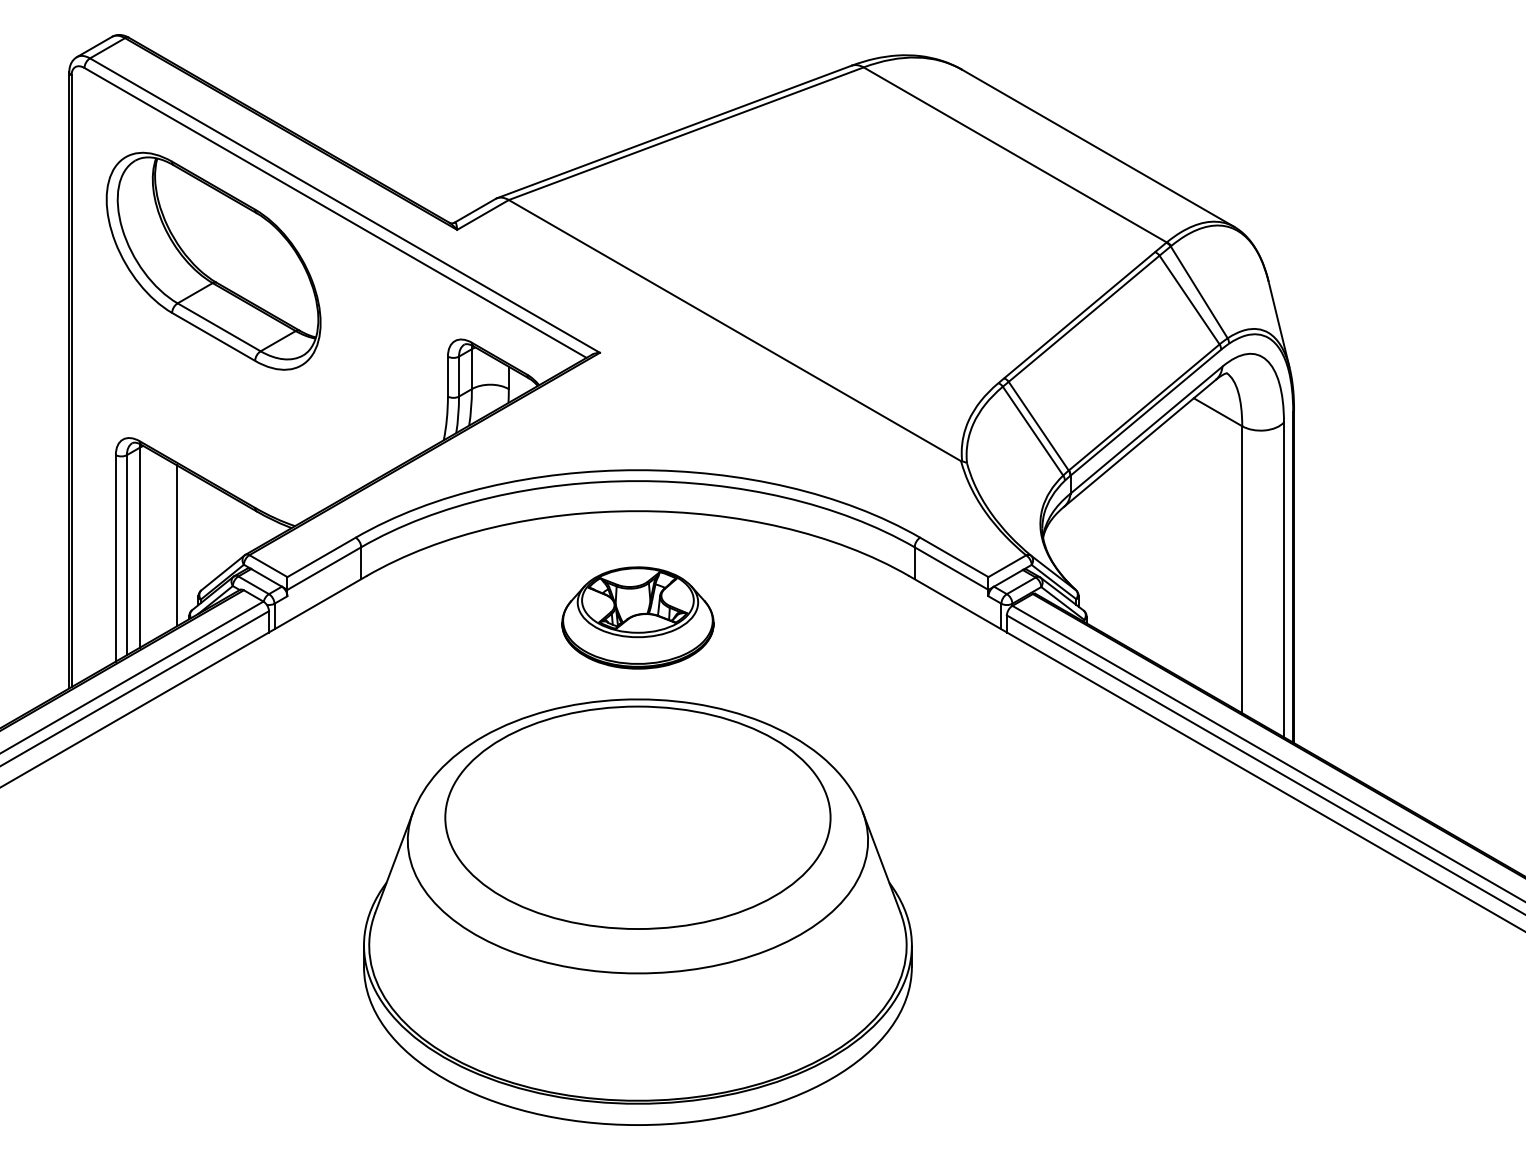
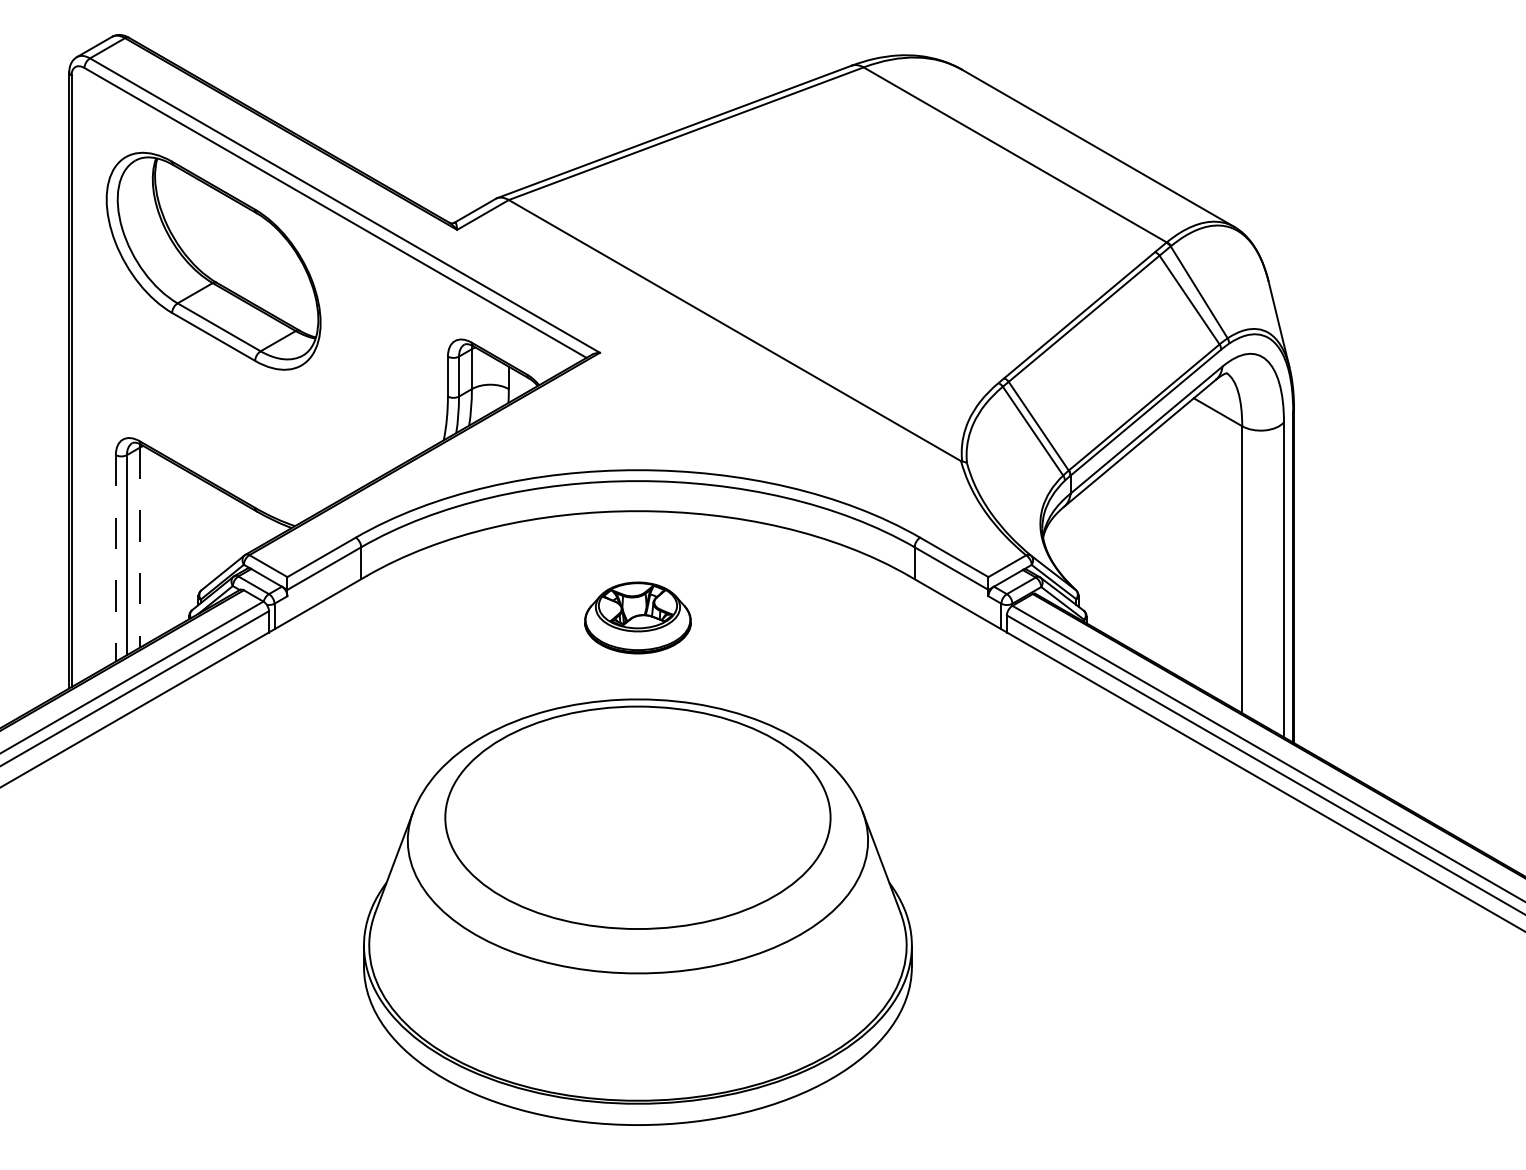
line at (176, 545): present -> none
line at (139, 548): solid -> dashed
line at (115, 558): solid -> dashed
part at (637, 617) size: 154x104 px -> 108x74 px
